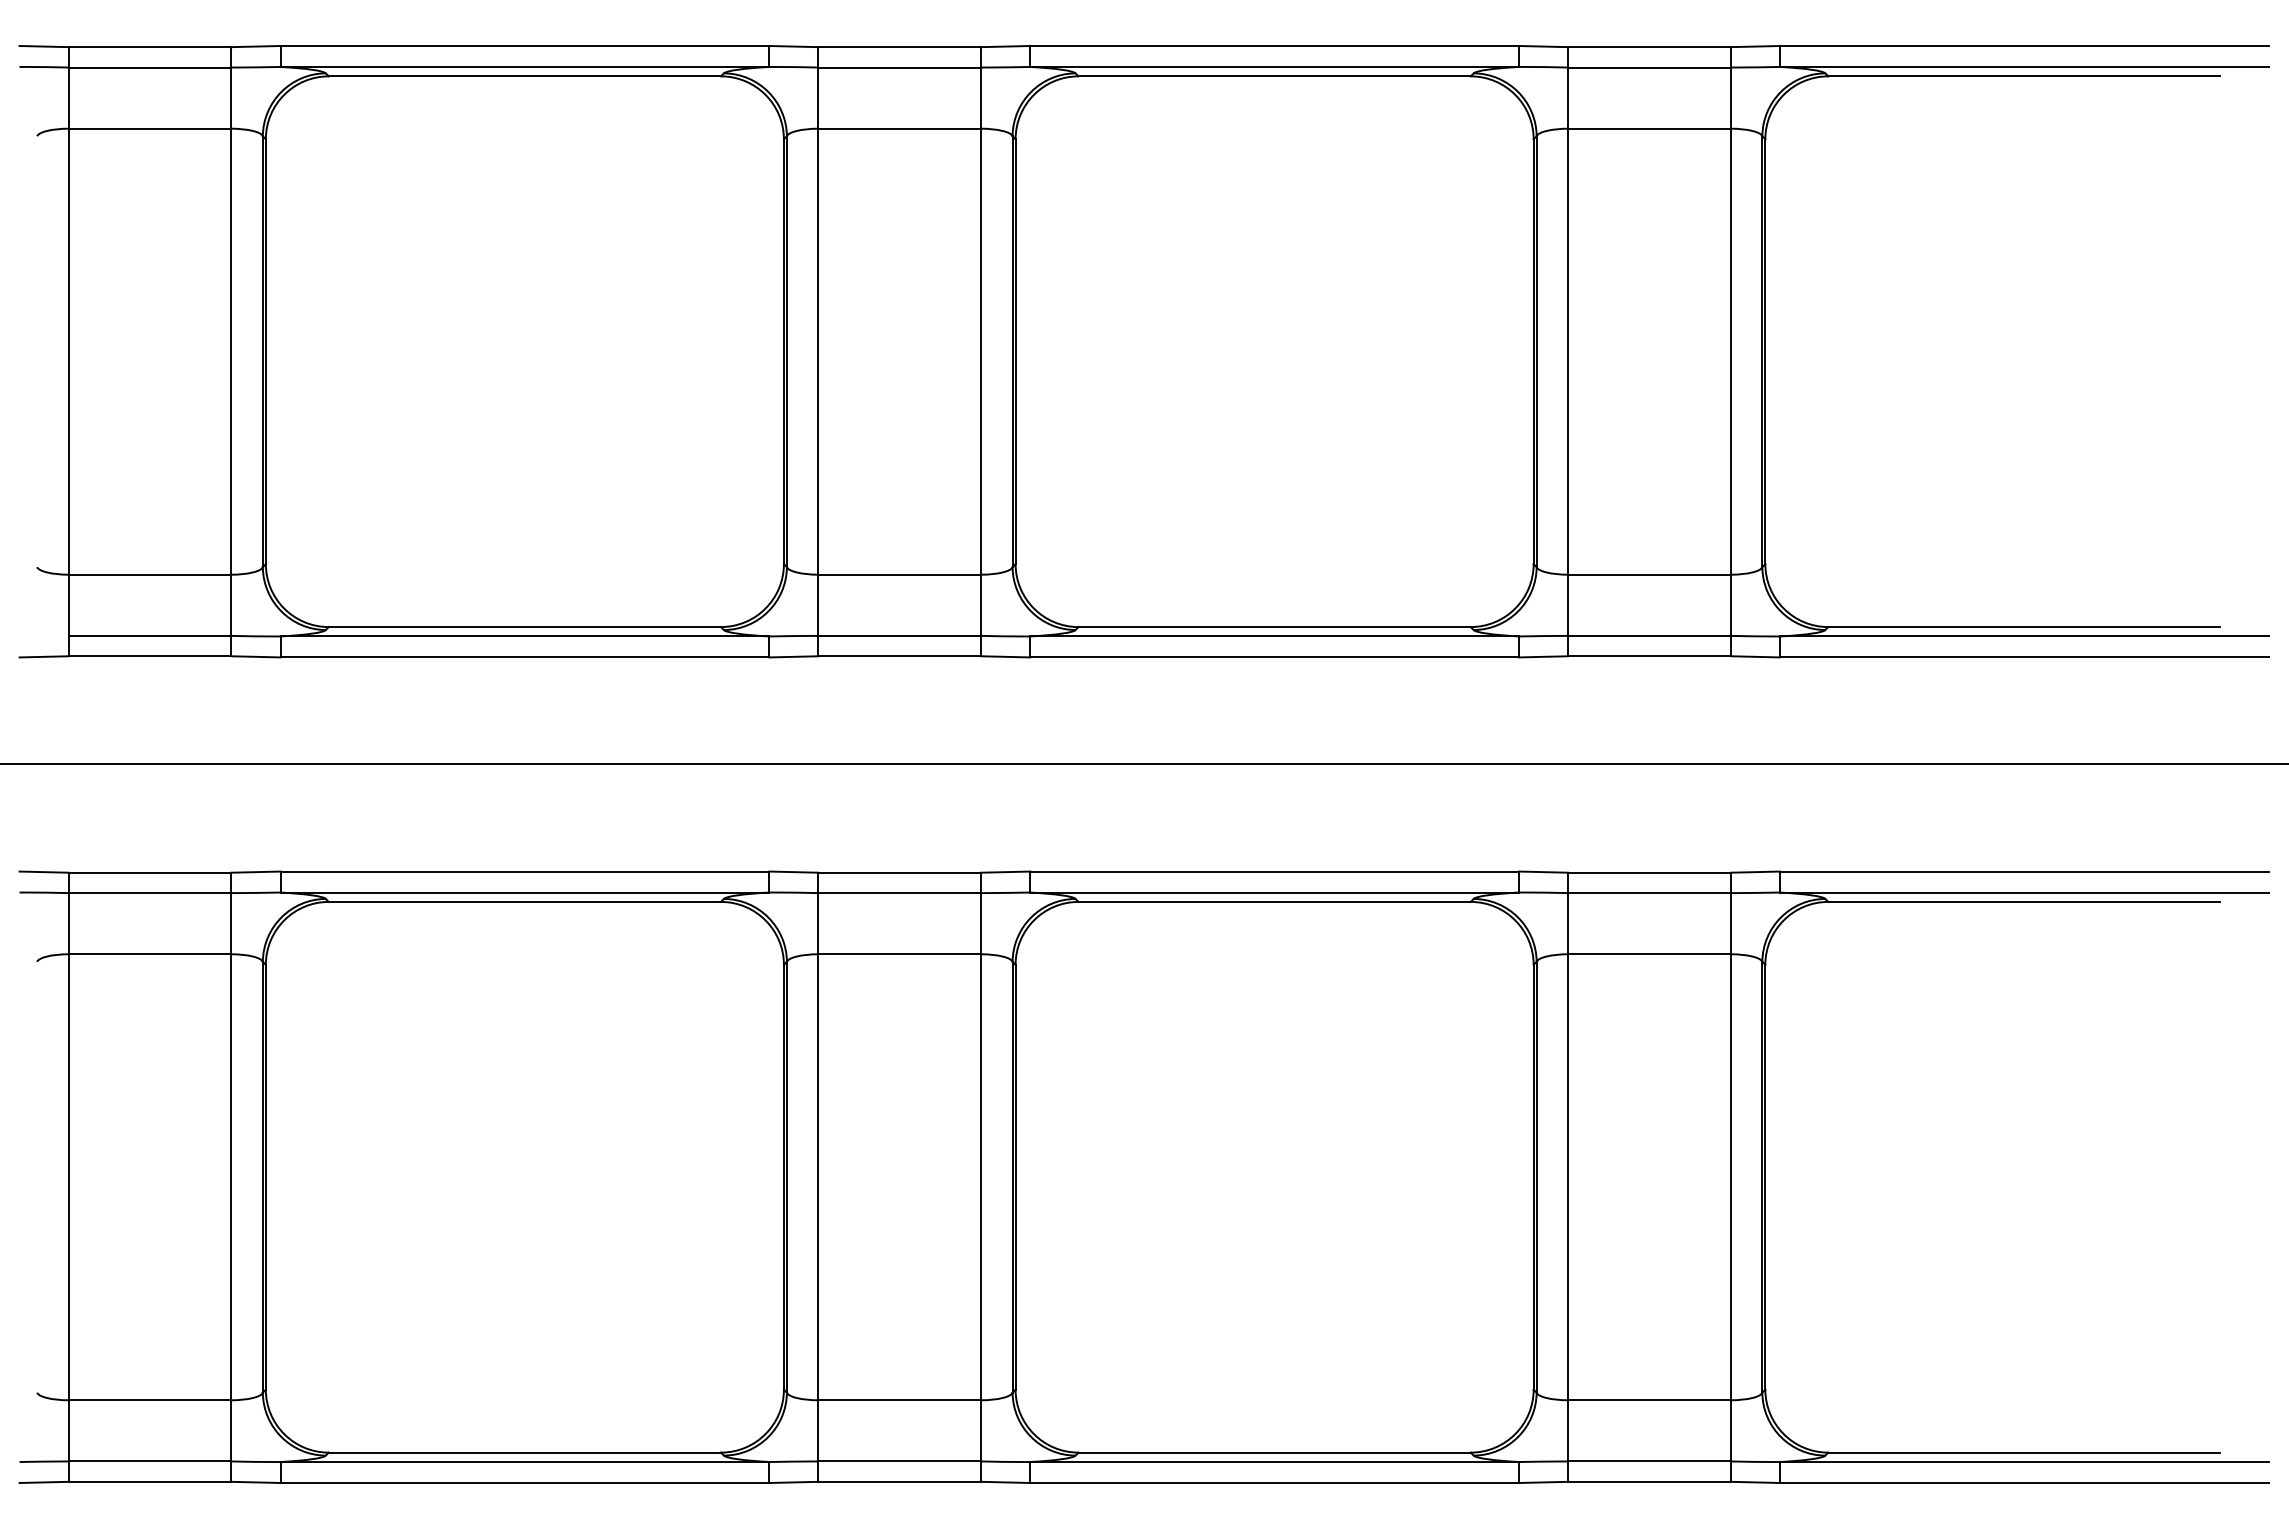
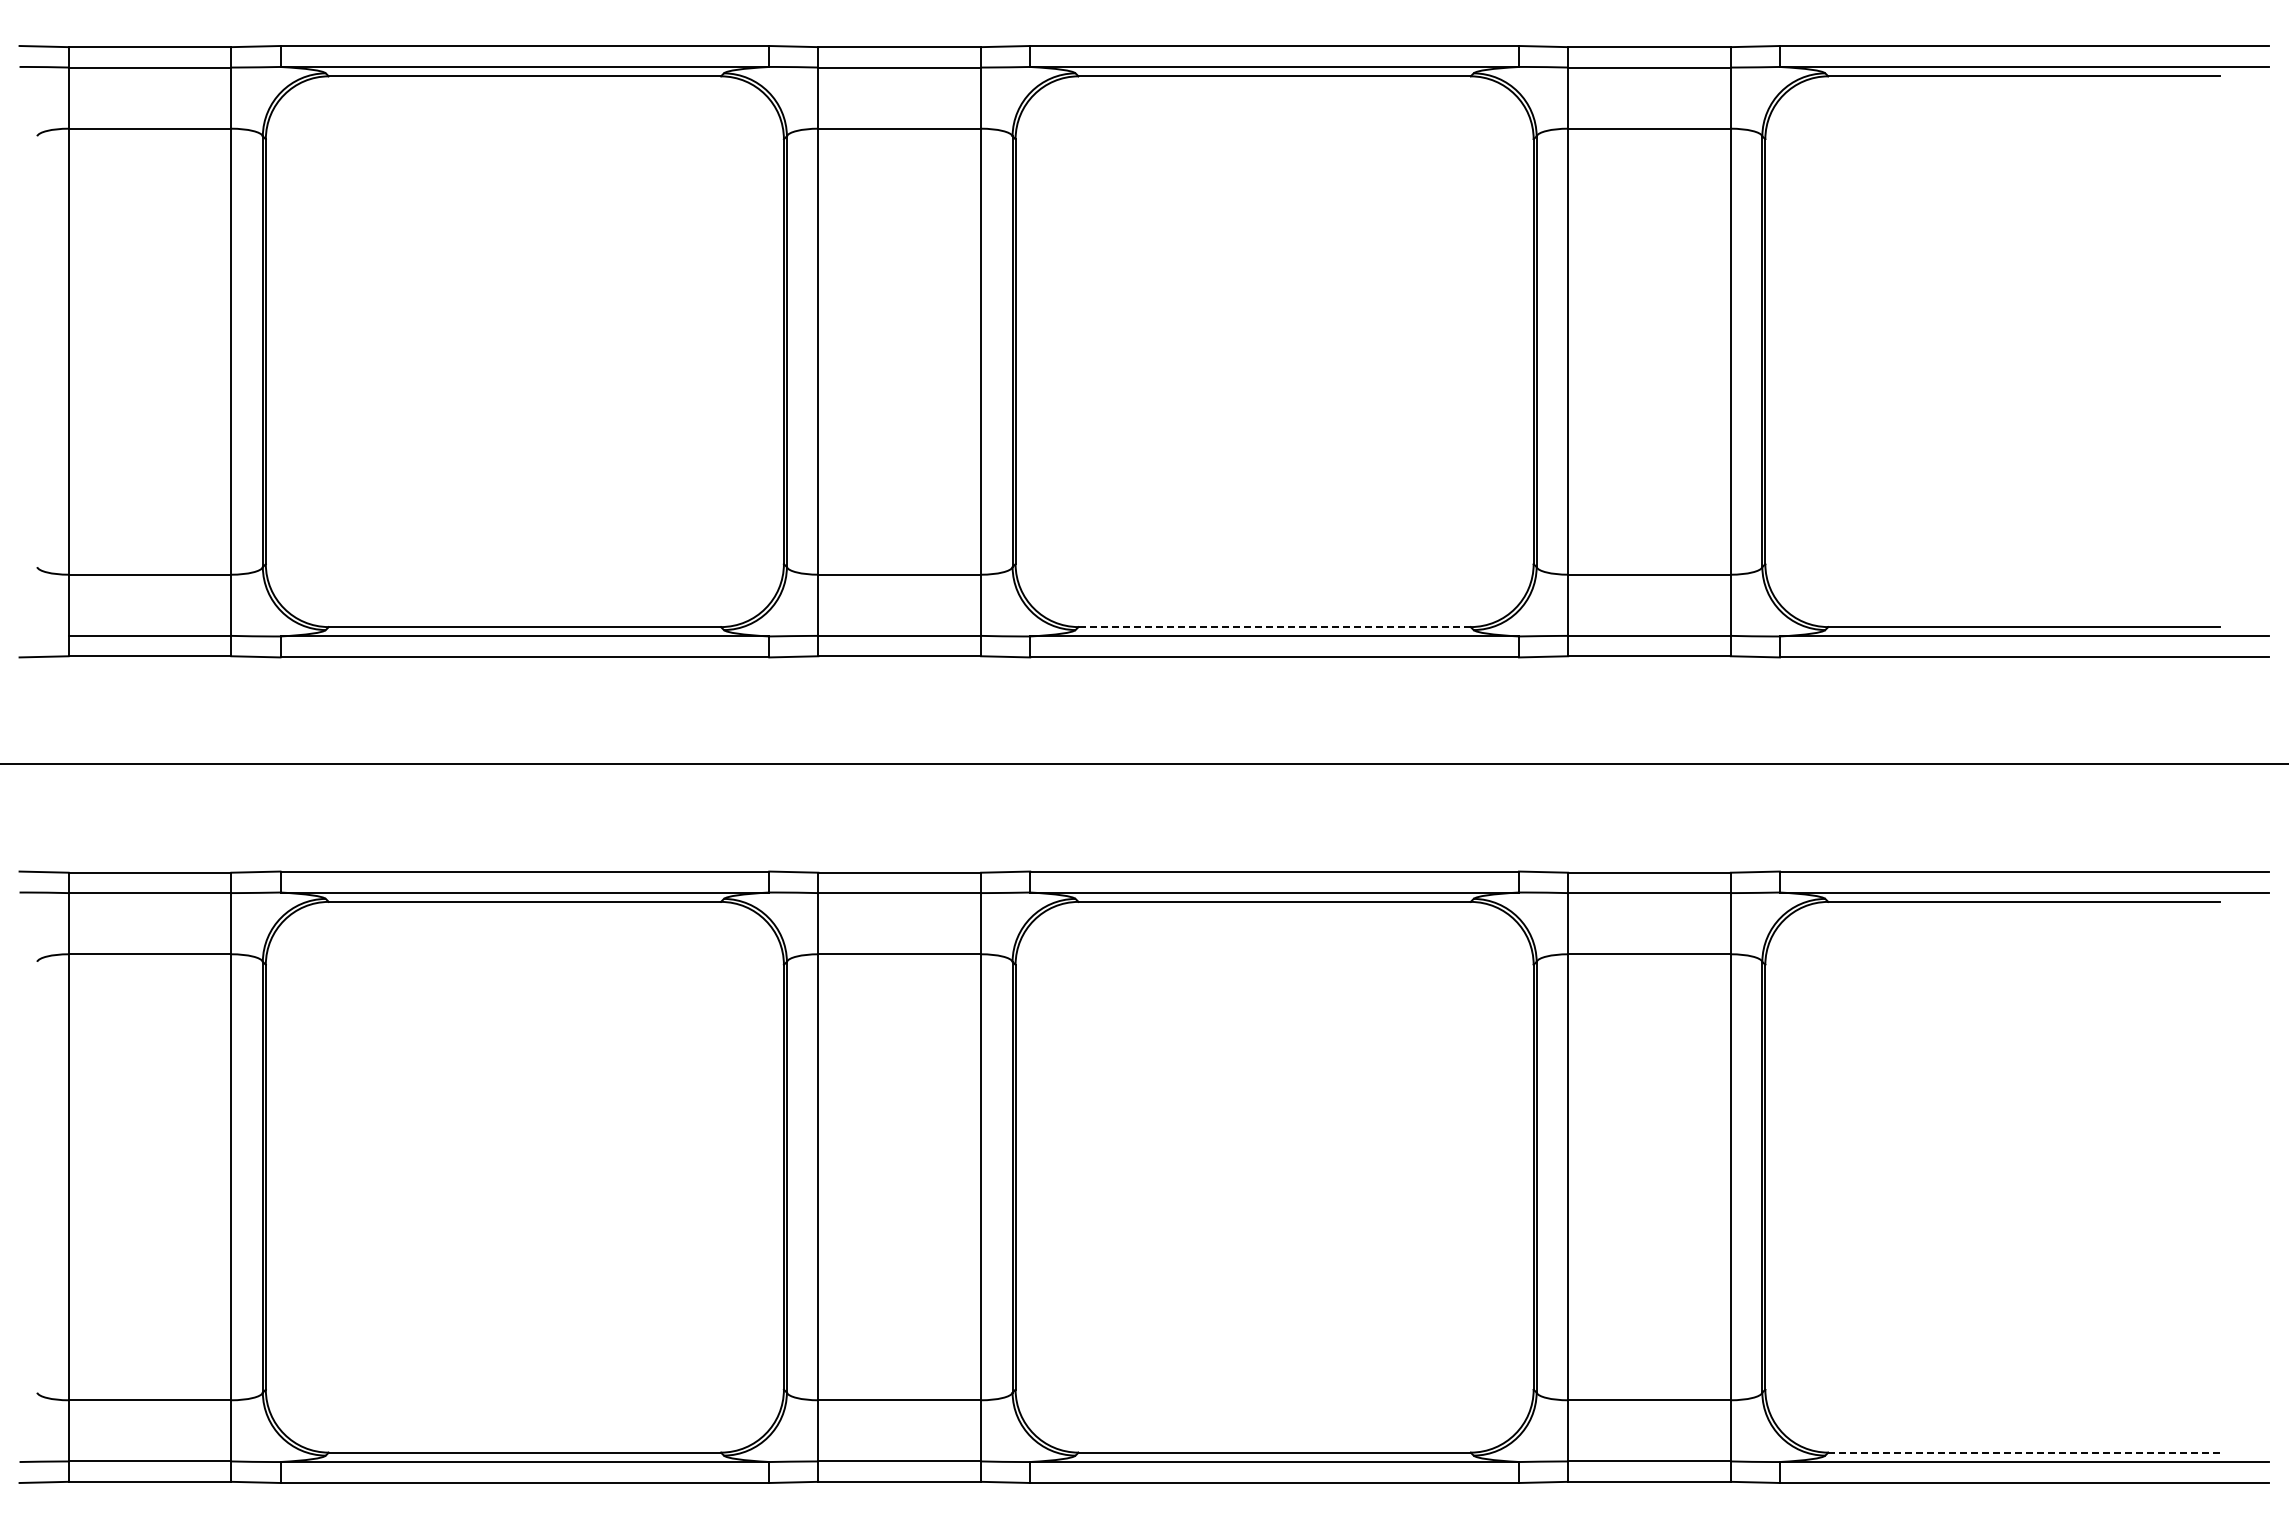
line at (1274, 627): solid -> dashed
line at (2024, 1452): solid -> dashed
